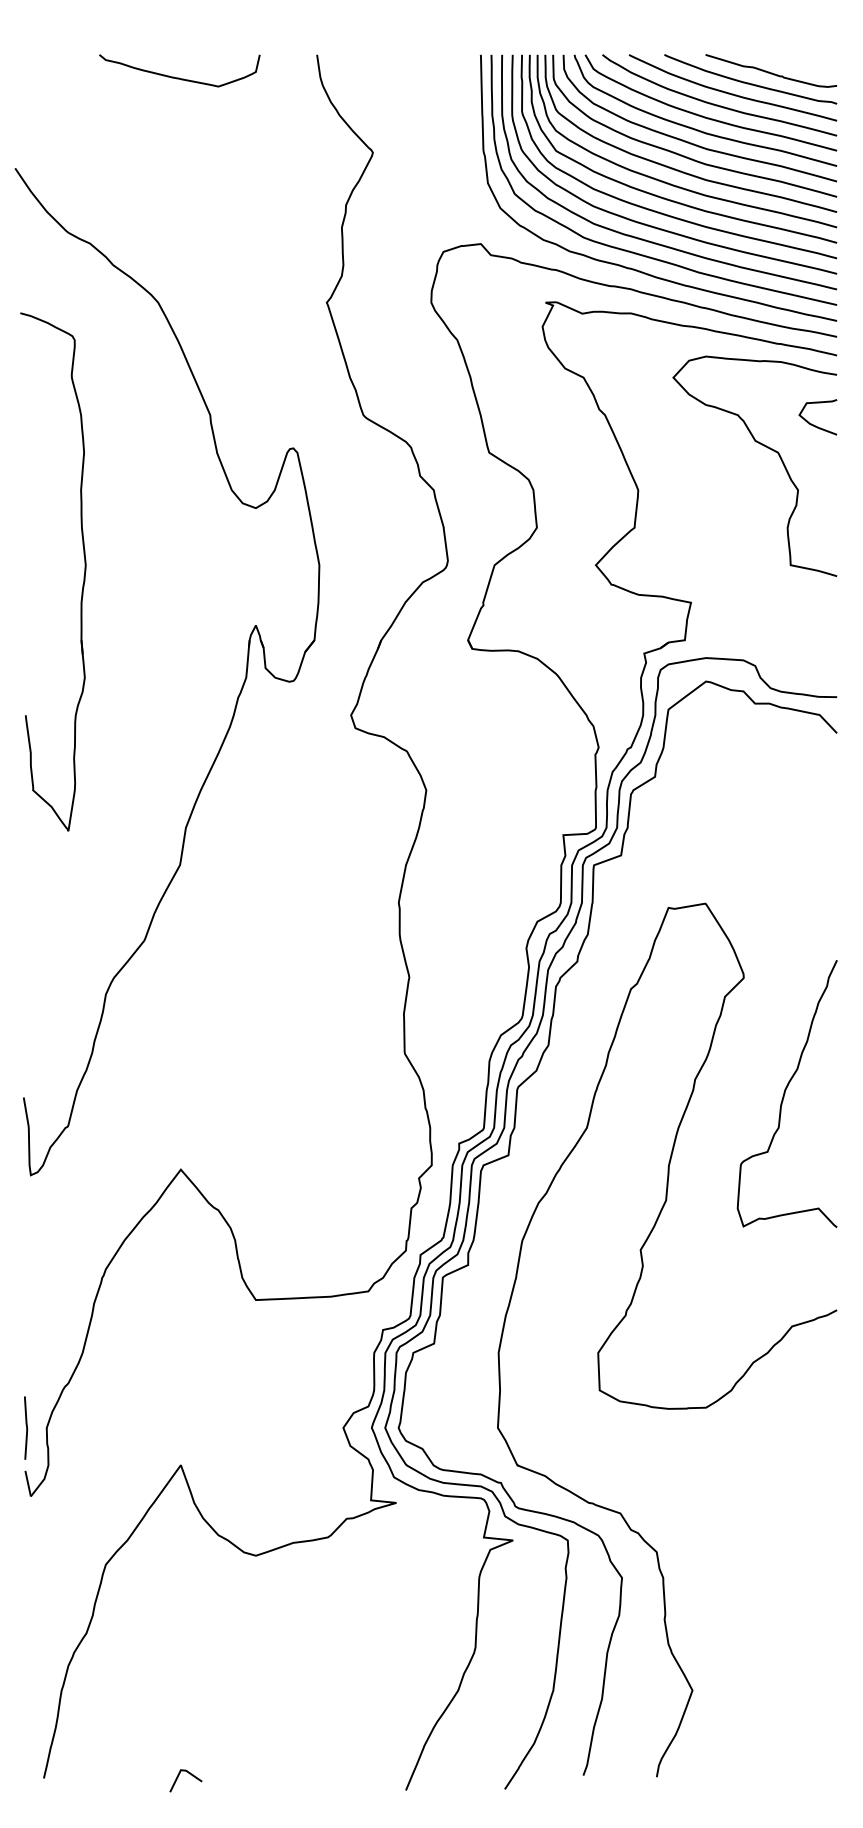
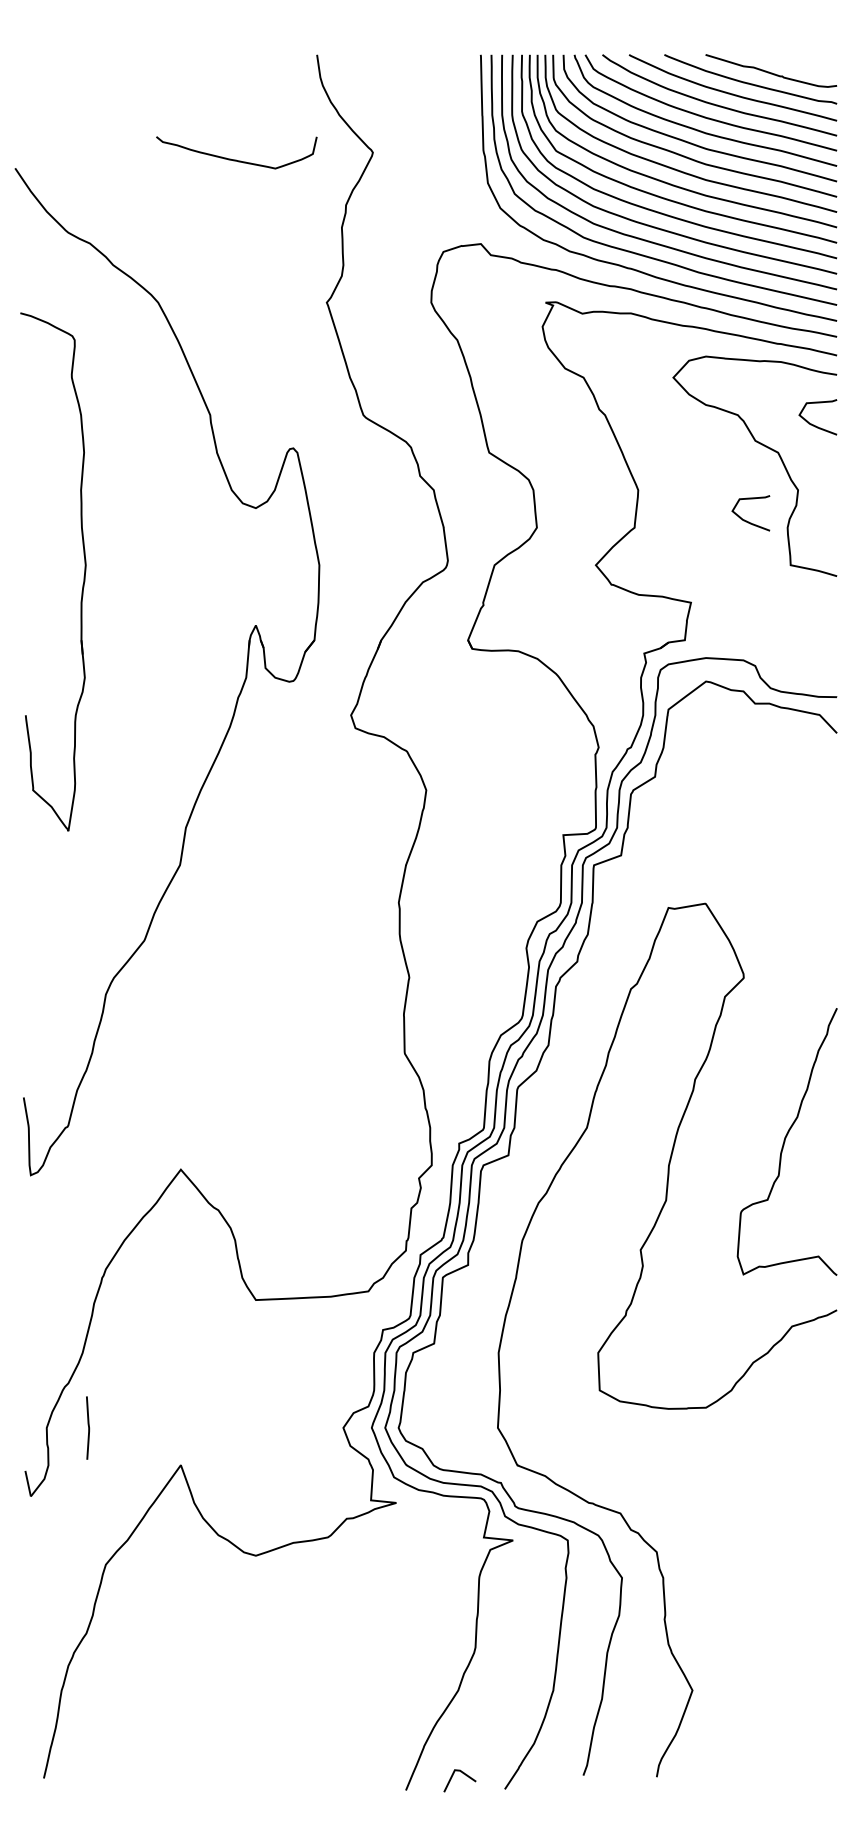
curve at (179, 77) position: (179, 77) -> (236, 159)
curve at (746, 520): none -> present
curve at (785, 1093) position: (785, 1093) -> (785, 1141)
line at (26, 1427) position: (26, 1427) -> (88, 1427)
line at (189, 1774) position: (189, 1774) -> (463, 1774)
